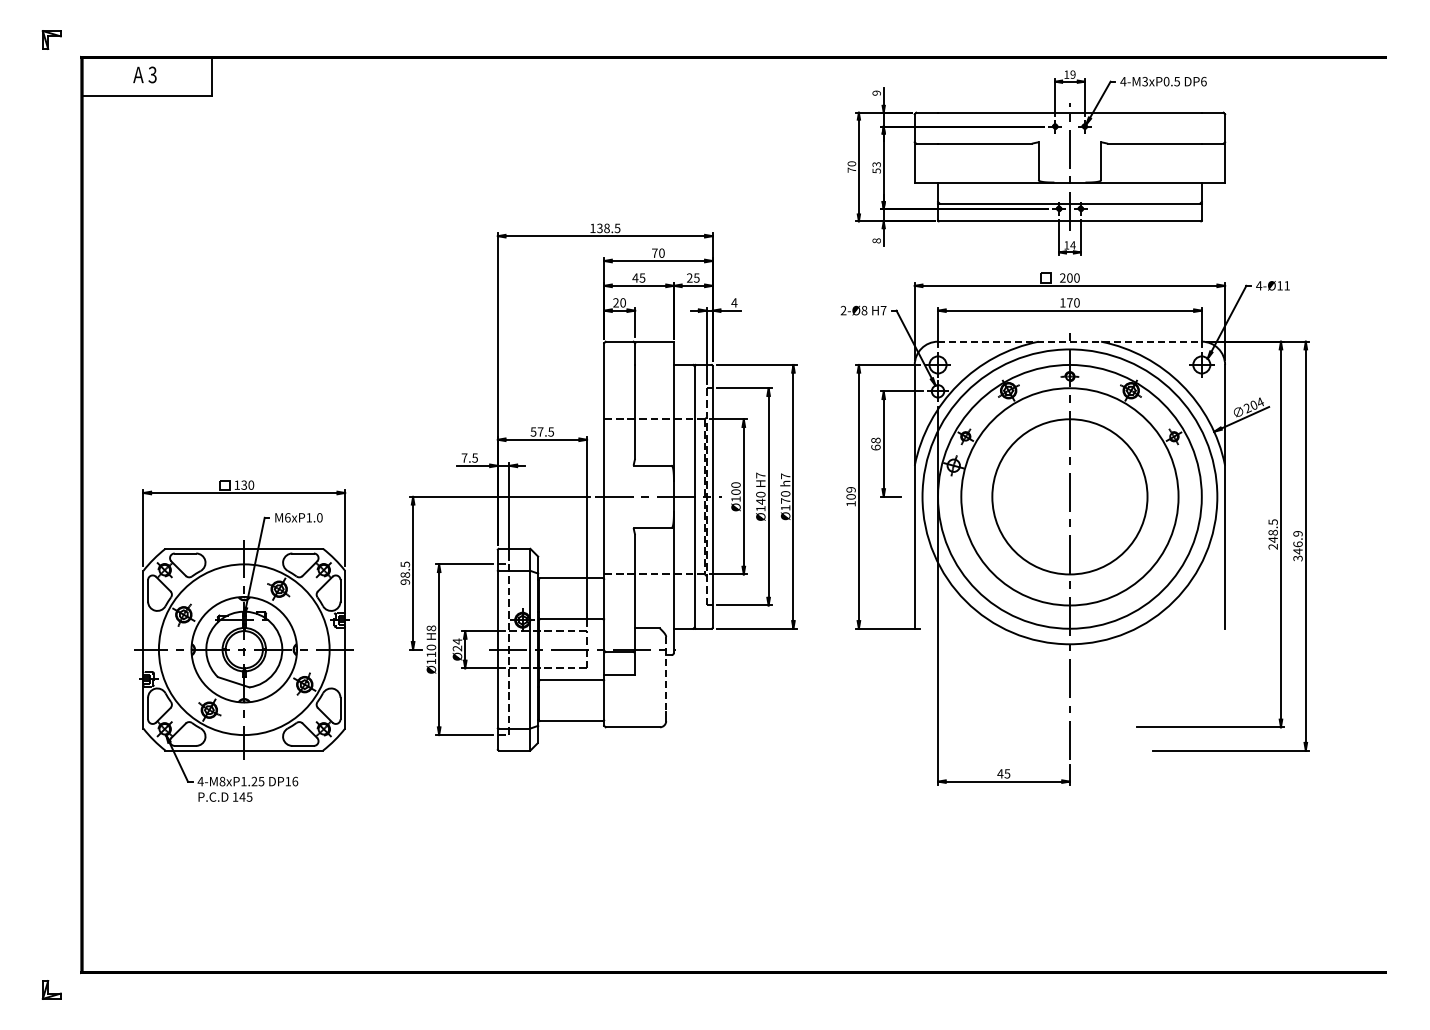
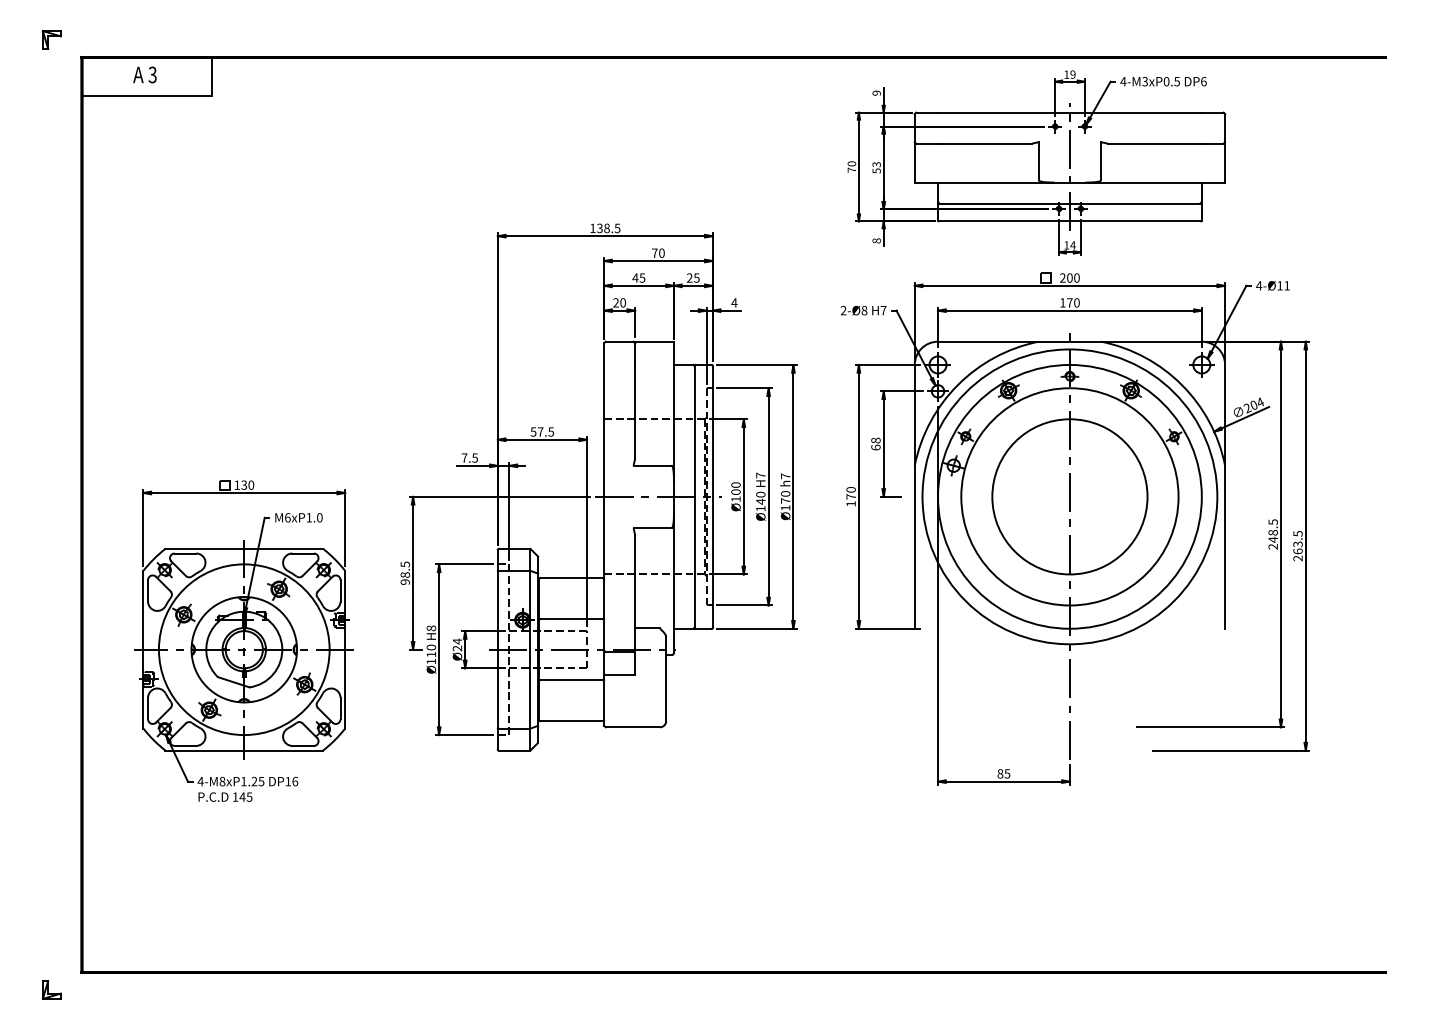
line at (1069, 341): dashed -> solid
text at (850, 493): 109 -> 170
text at (1297, 546): 346.9 -> 263.5
line at (666, 674): dashed -> solid
text at (1000, 773): 45 -> 85
